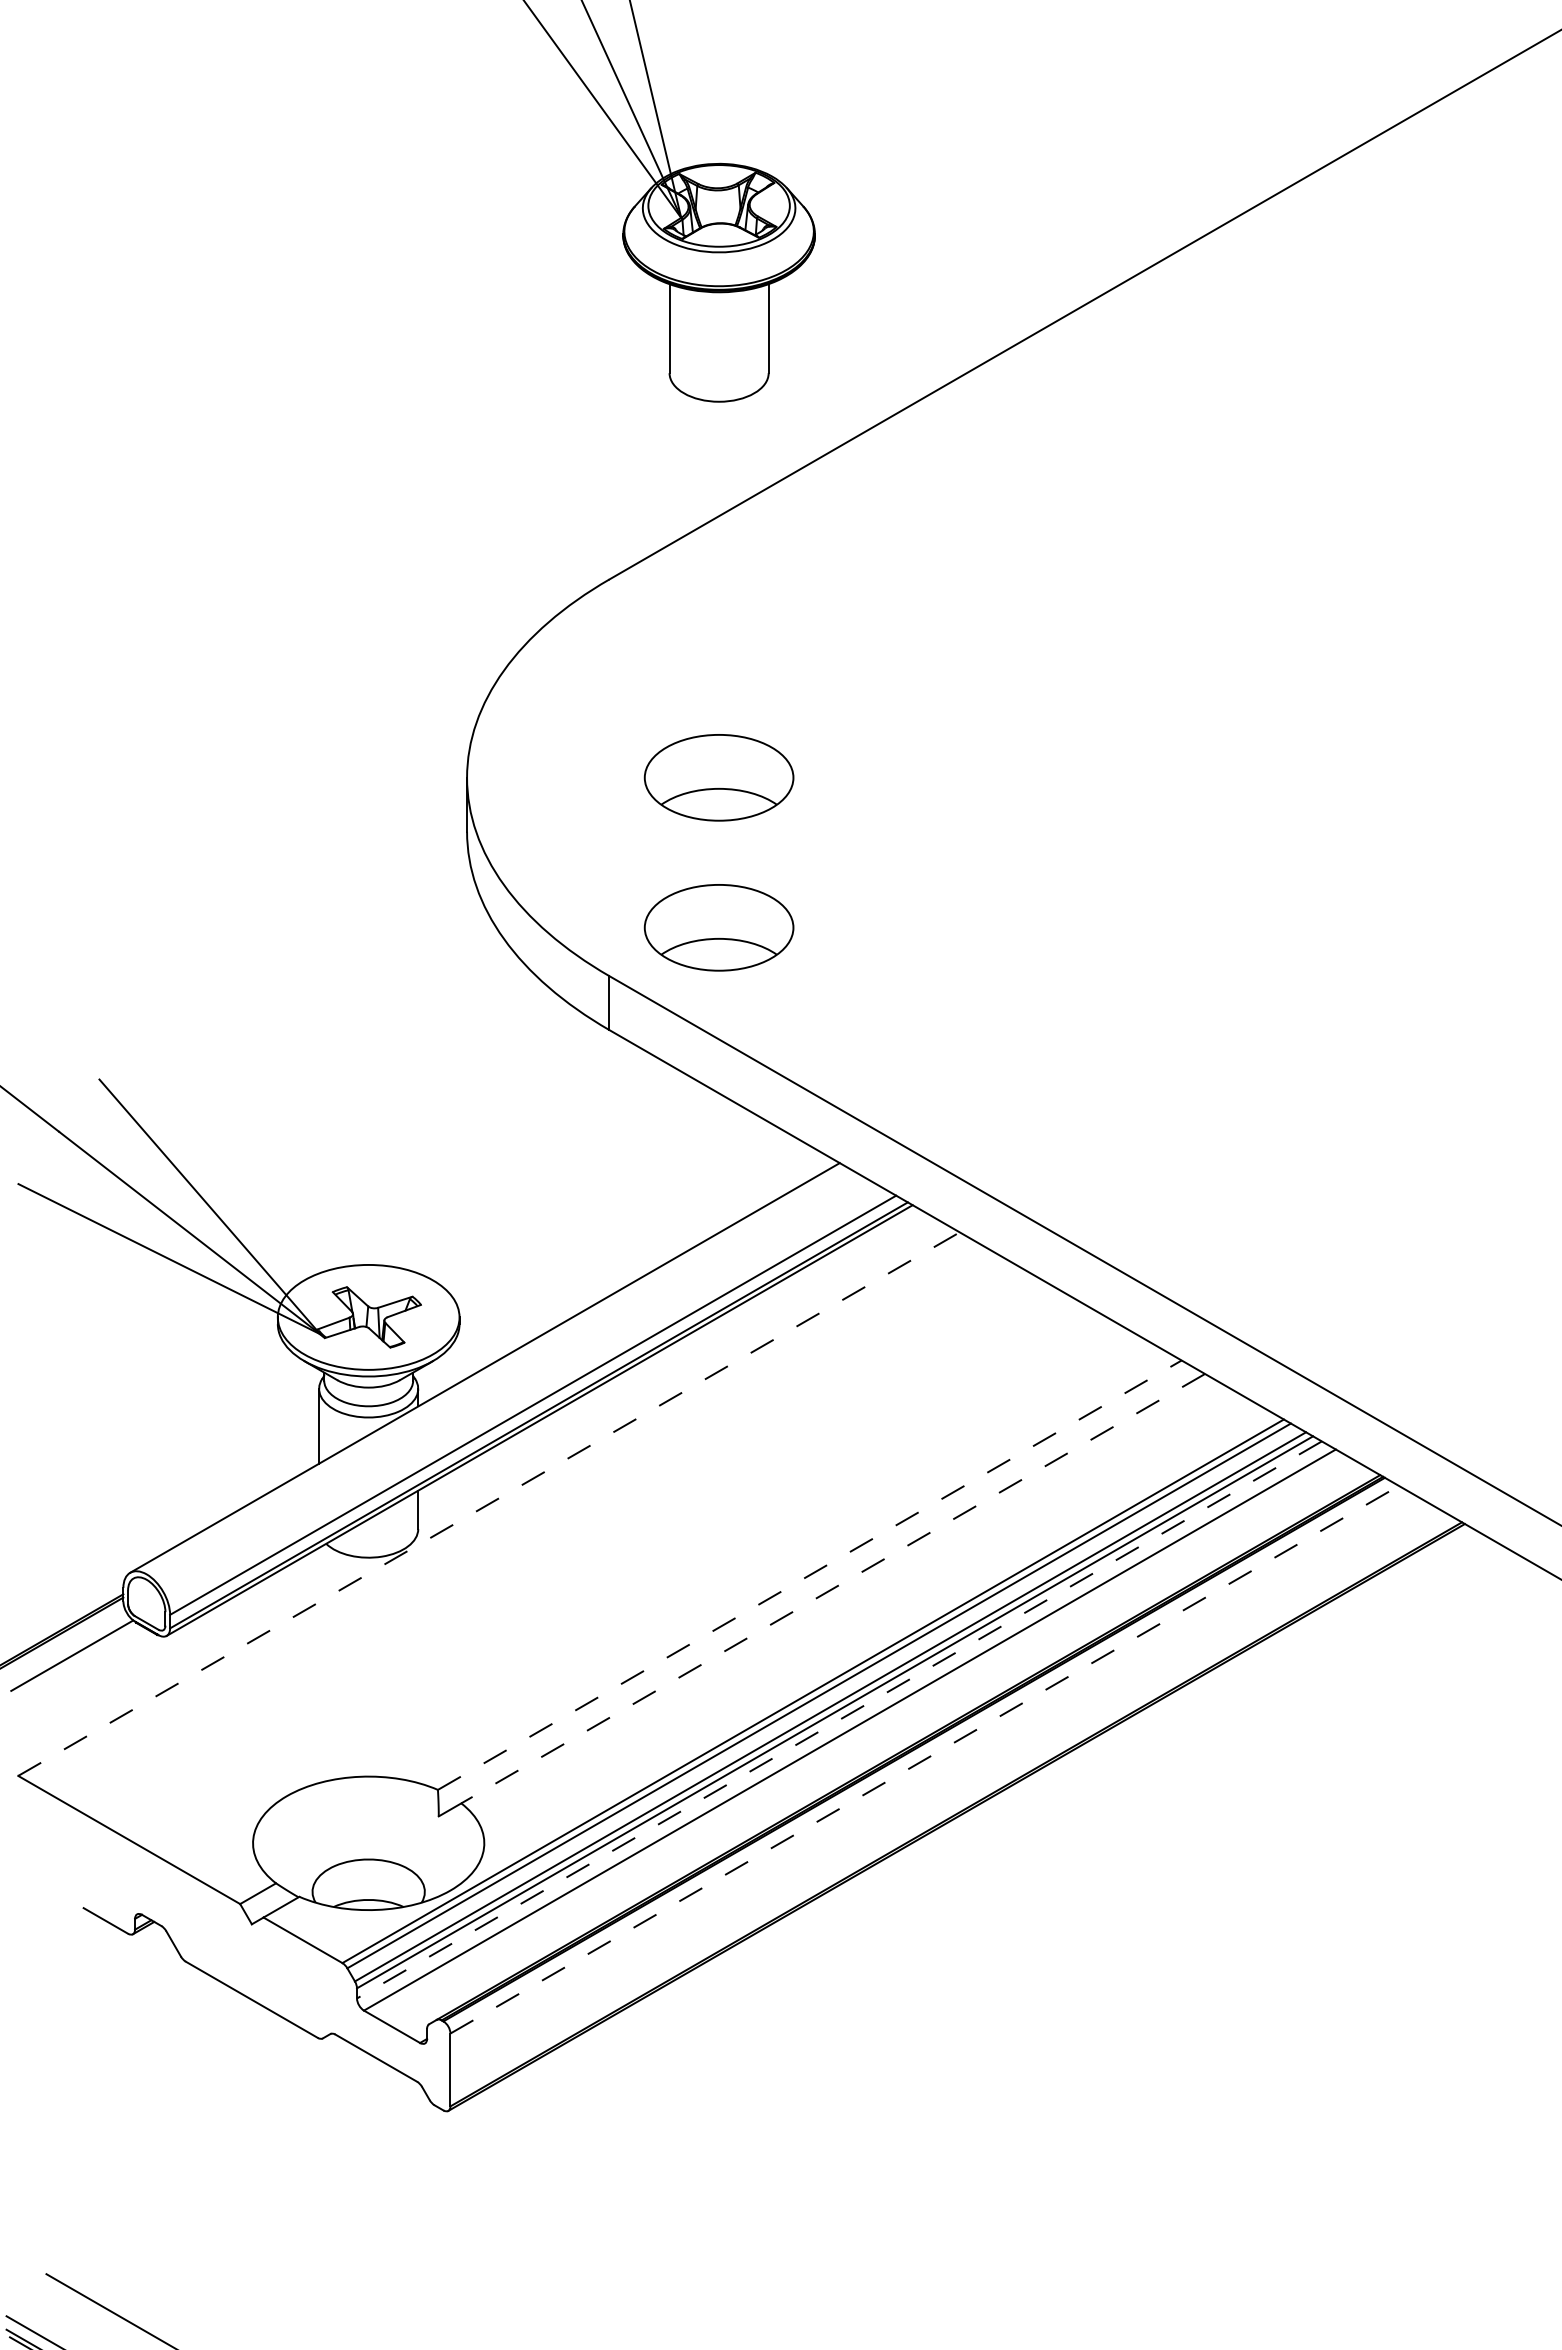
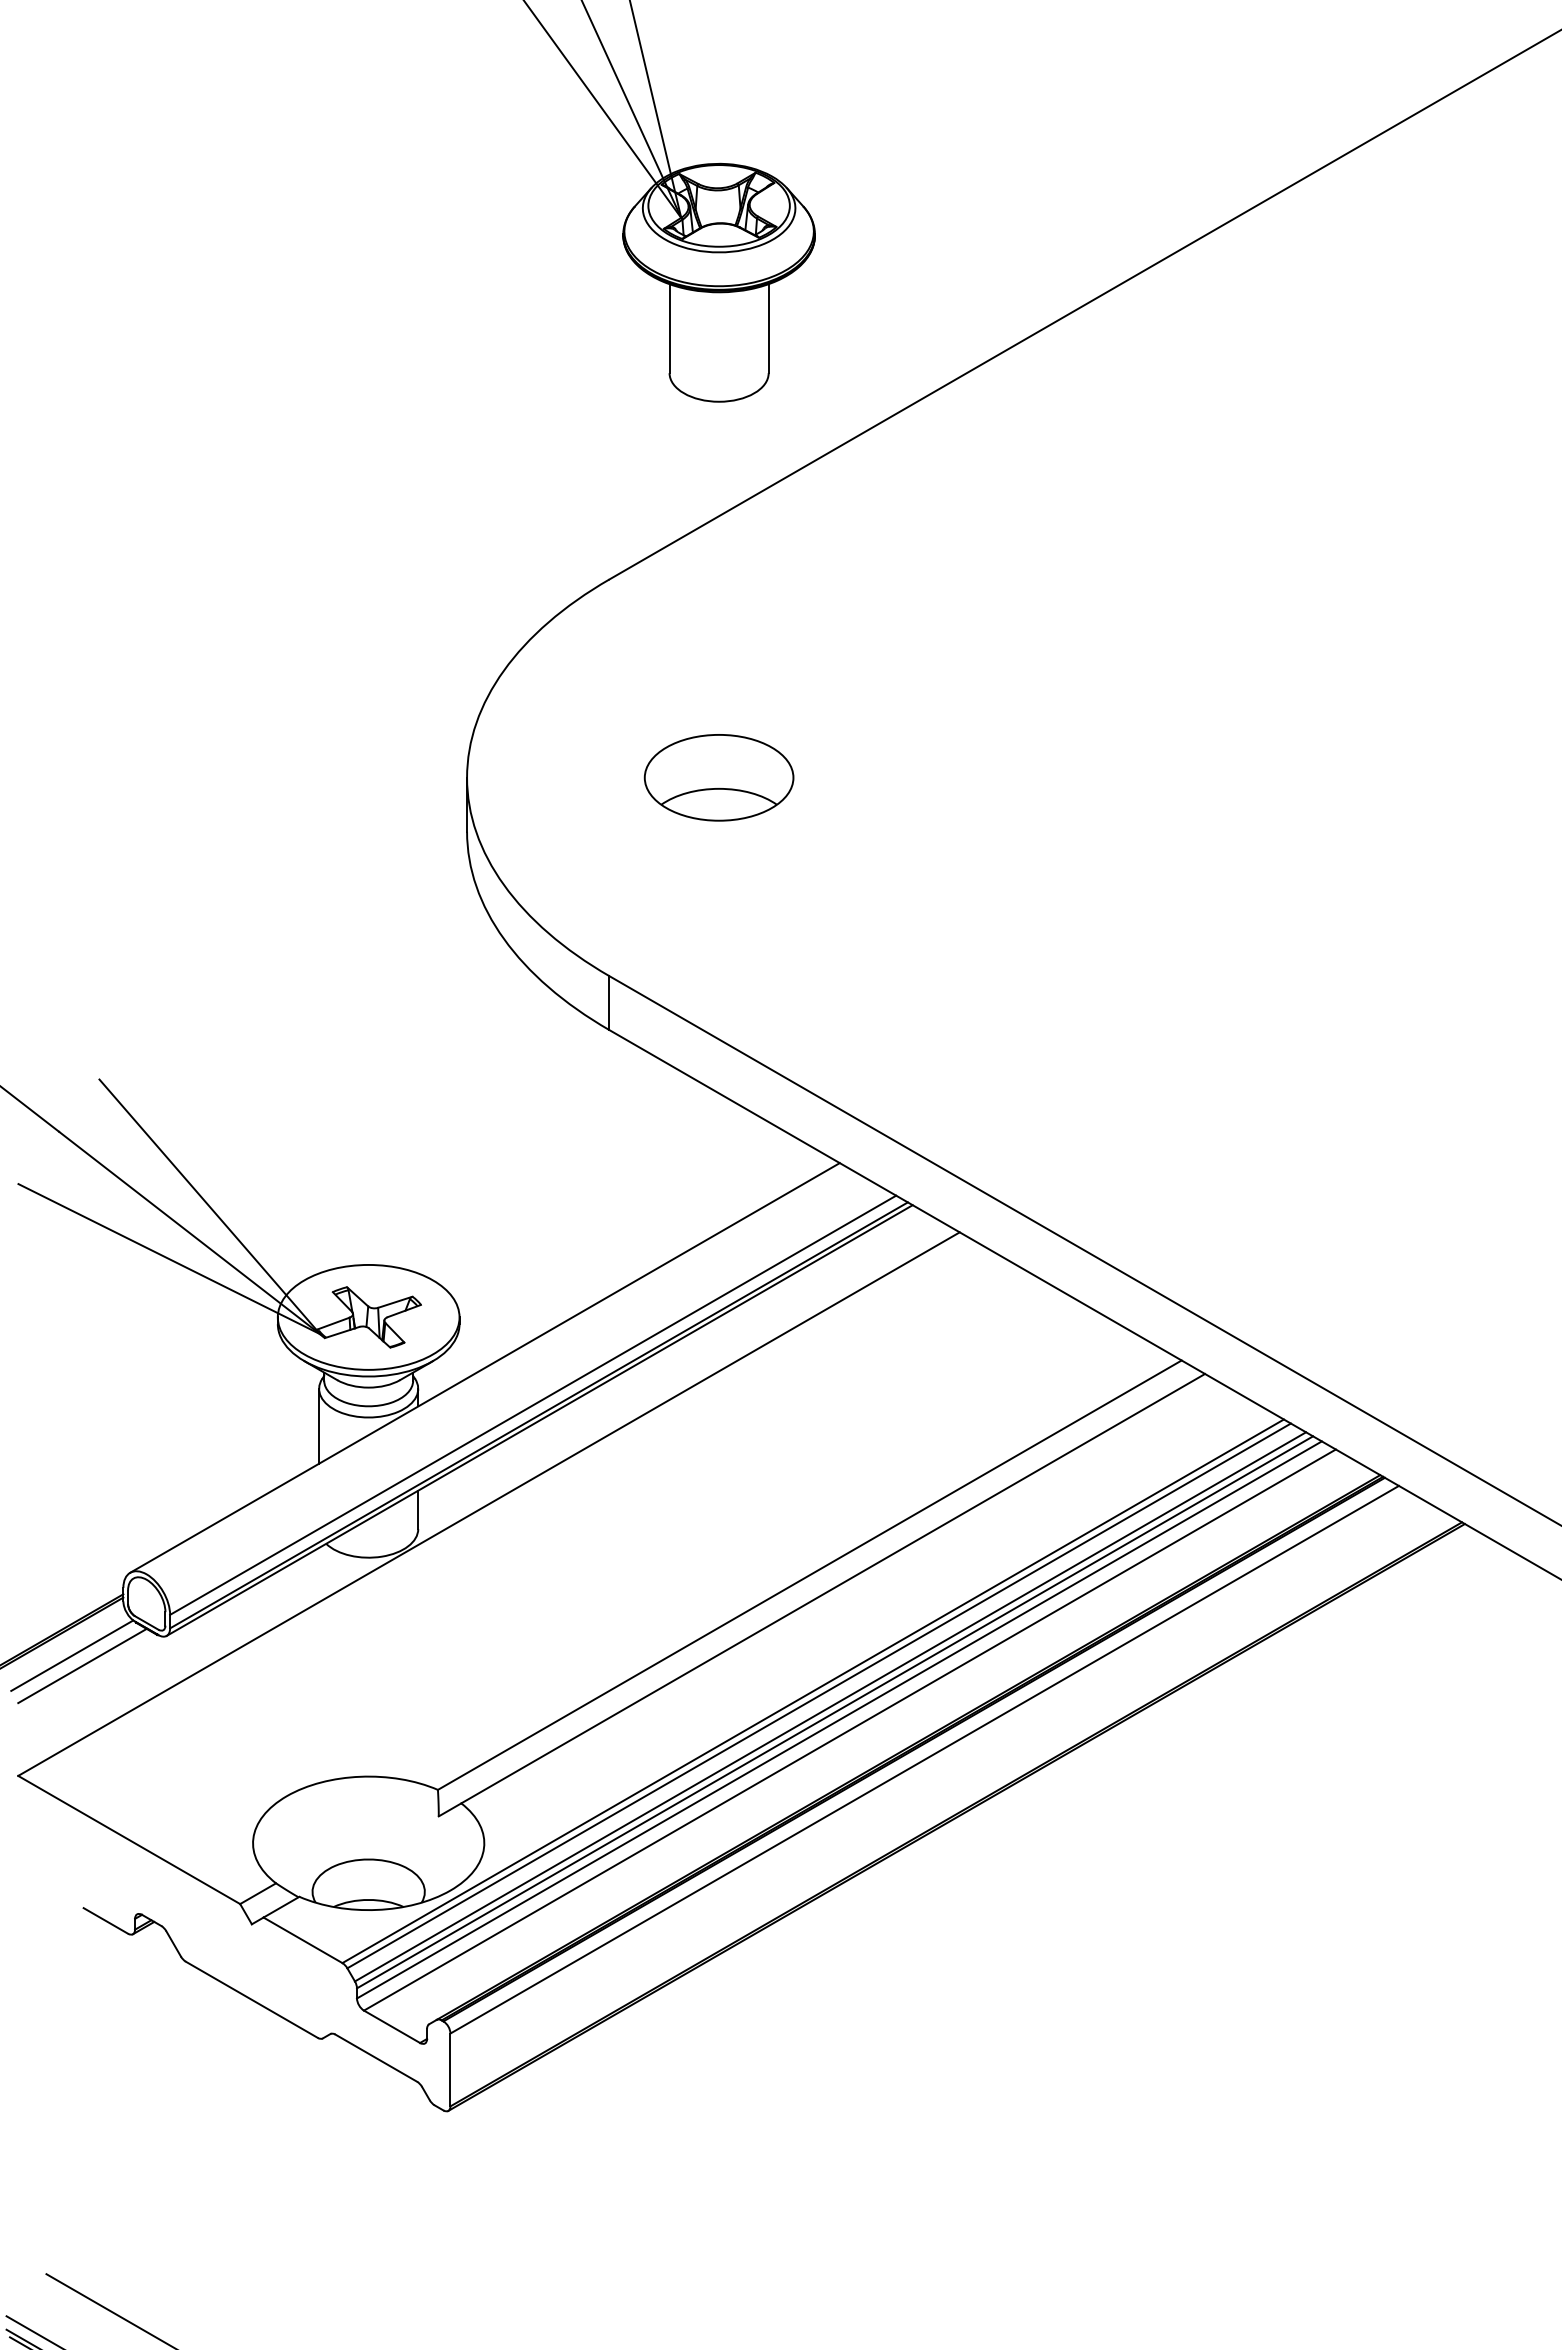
part at (718, 927): present -> none
line at (489, 1504): dashed -> solid
line at (810, 1574): dashed -> solid
line at (832, 1588): dashed -> solid
line at (82, 1665): none -> present
line at (839, 1720): dashed -> solid
line at (924, 1759): dashed -> solid
